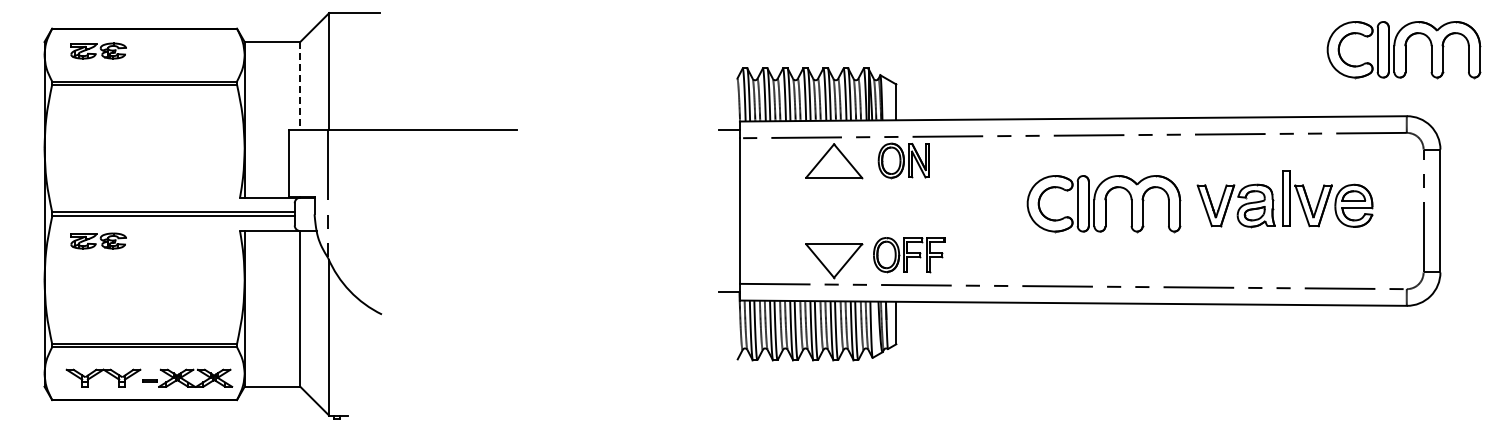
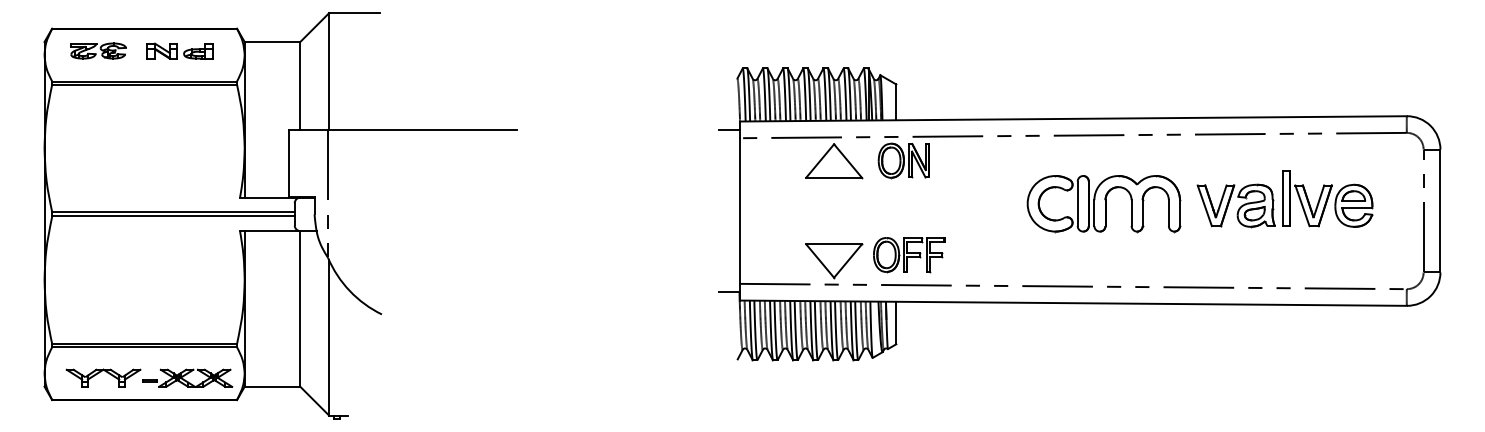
part at (179, 50): none -> present
part at (1403, 50): present -> none
line at (300, 85): dashed -> solid
part at (98, 240): present -> none
